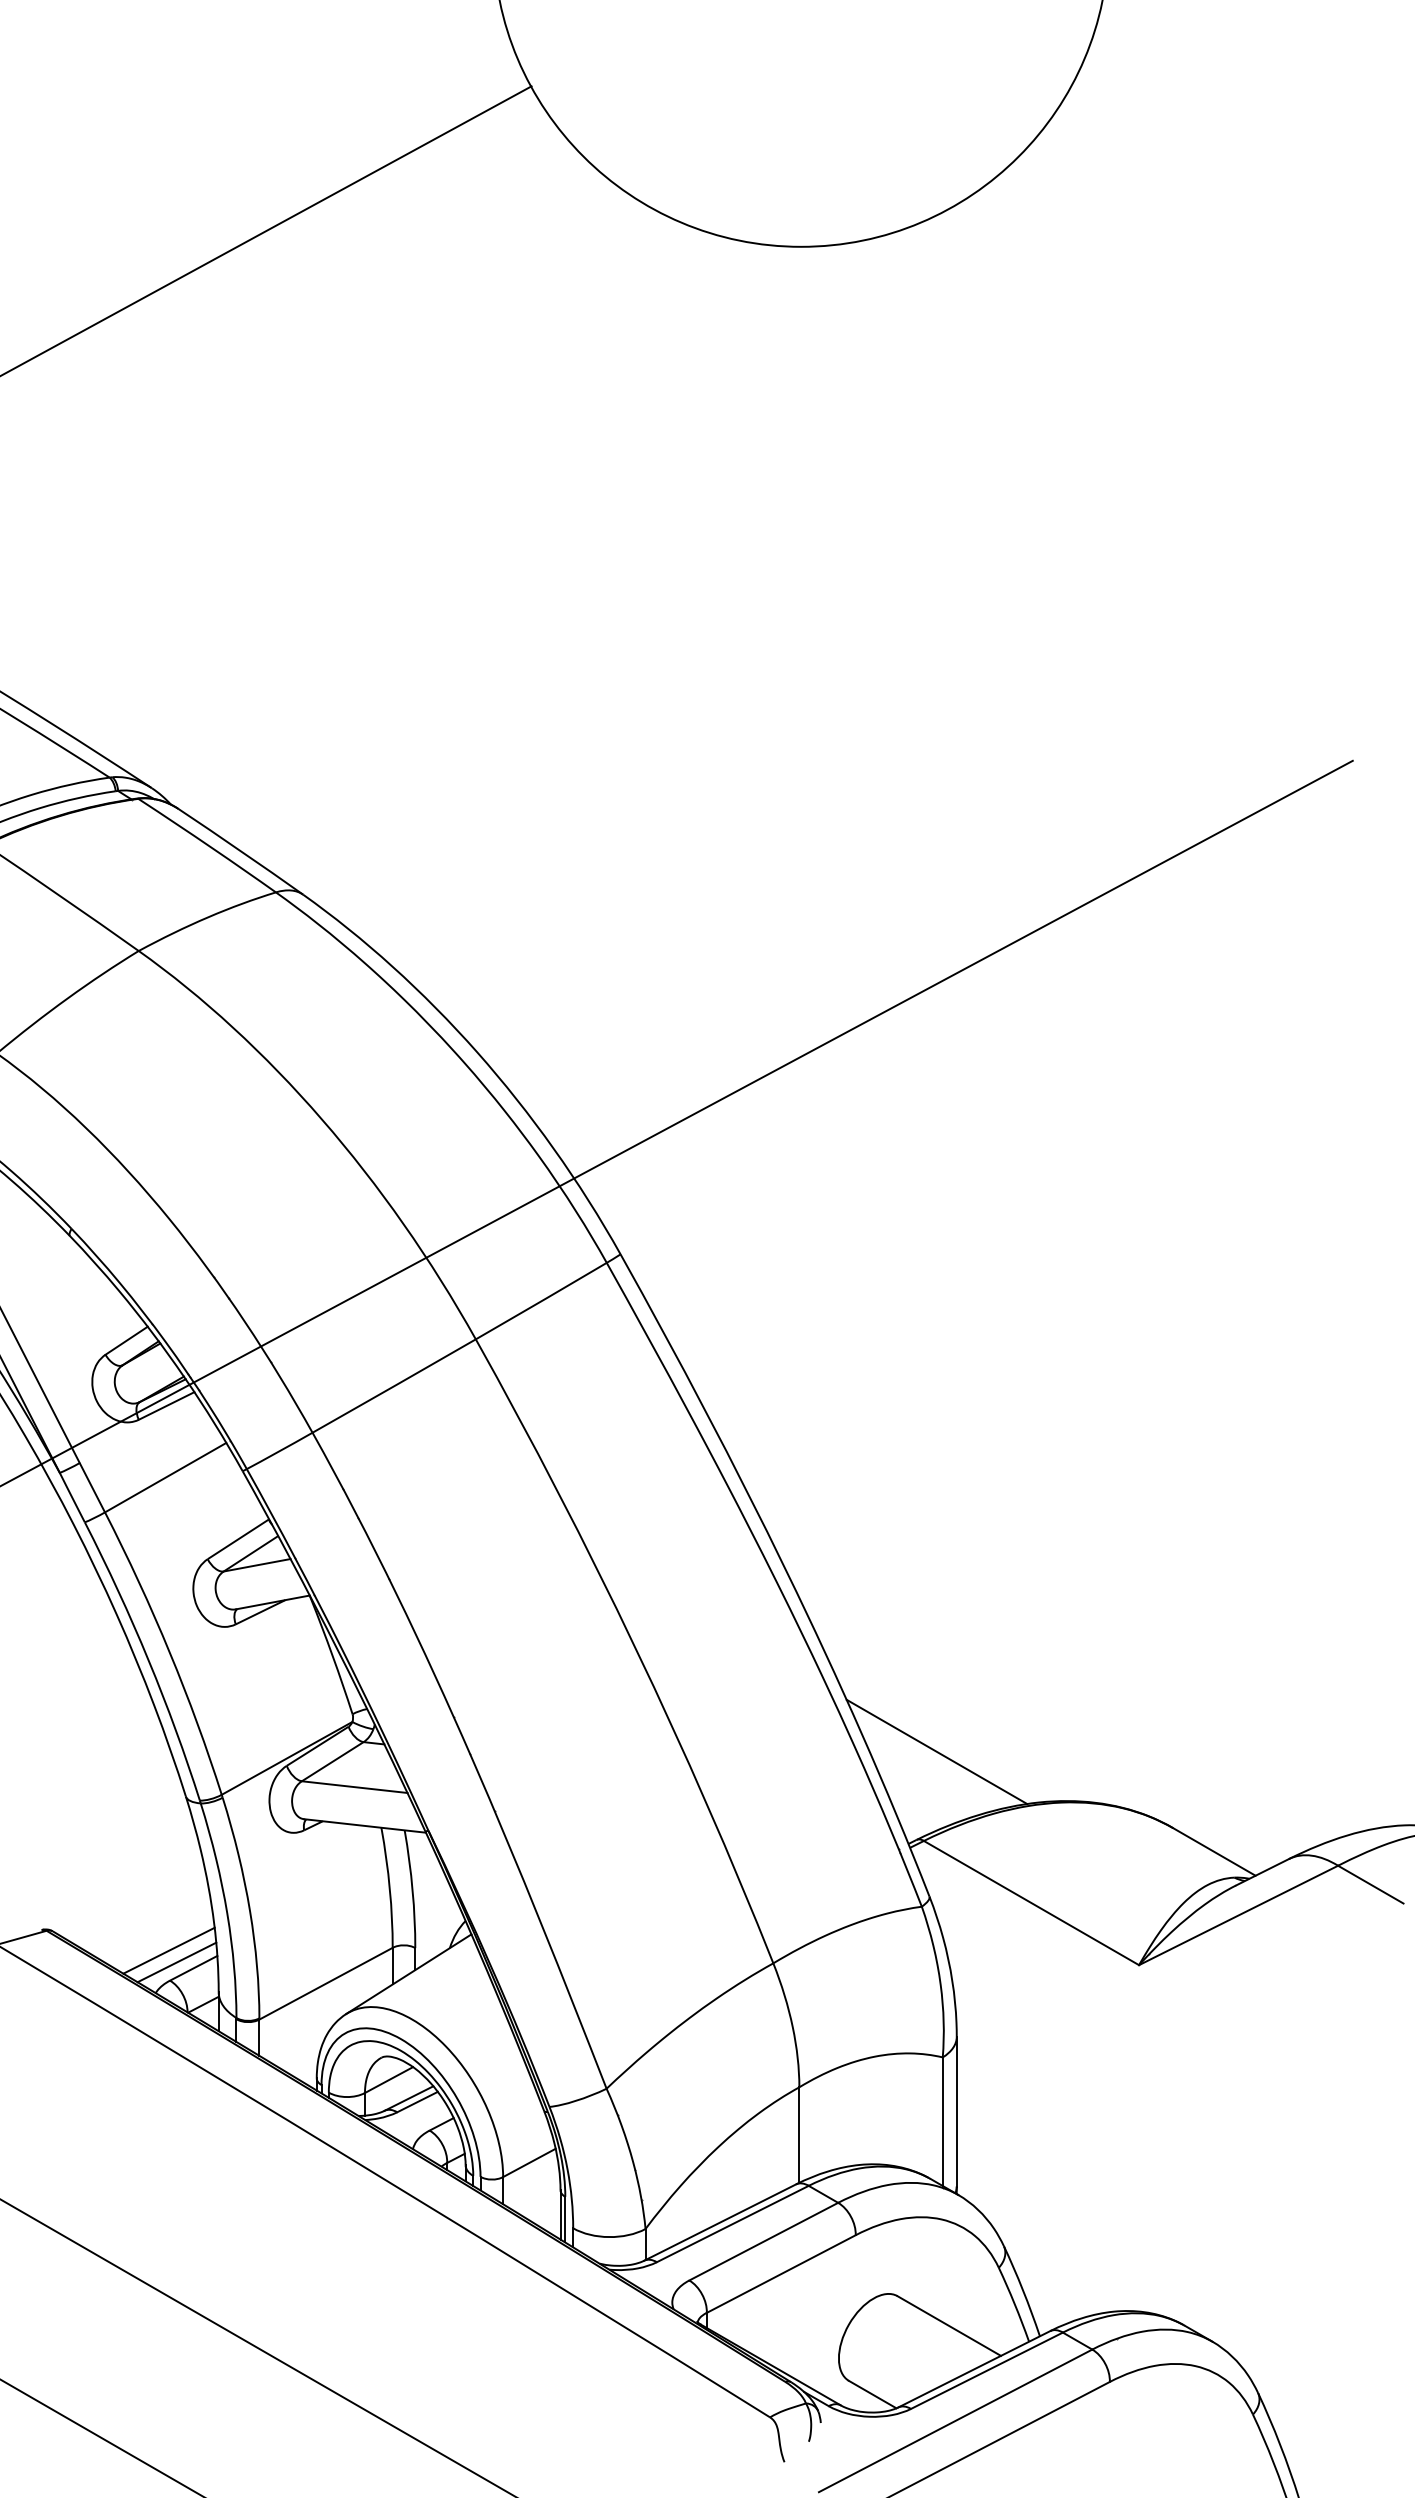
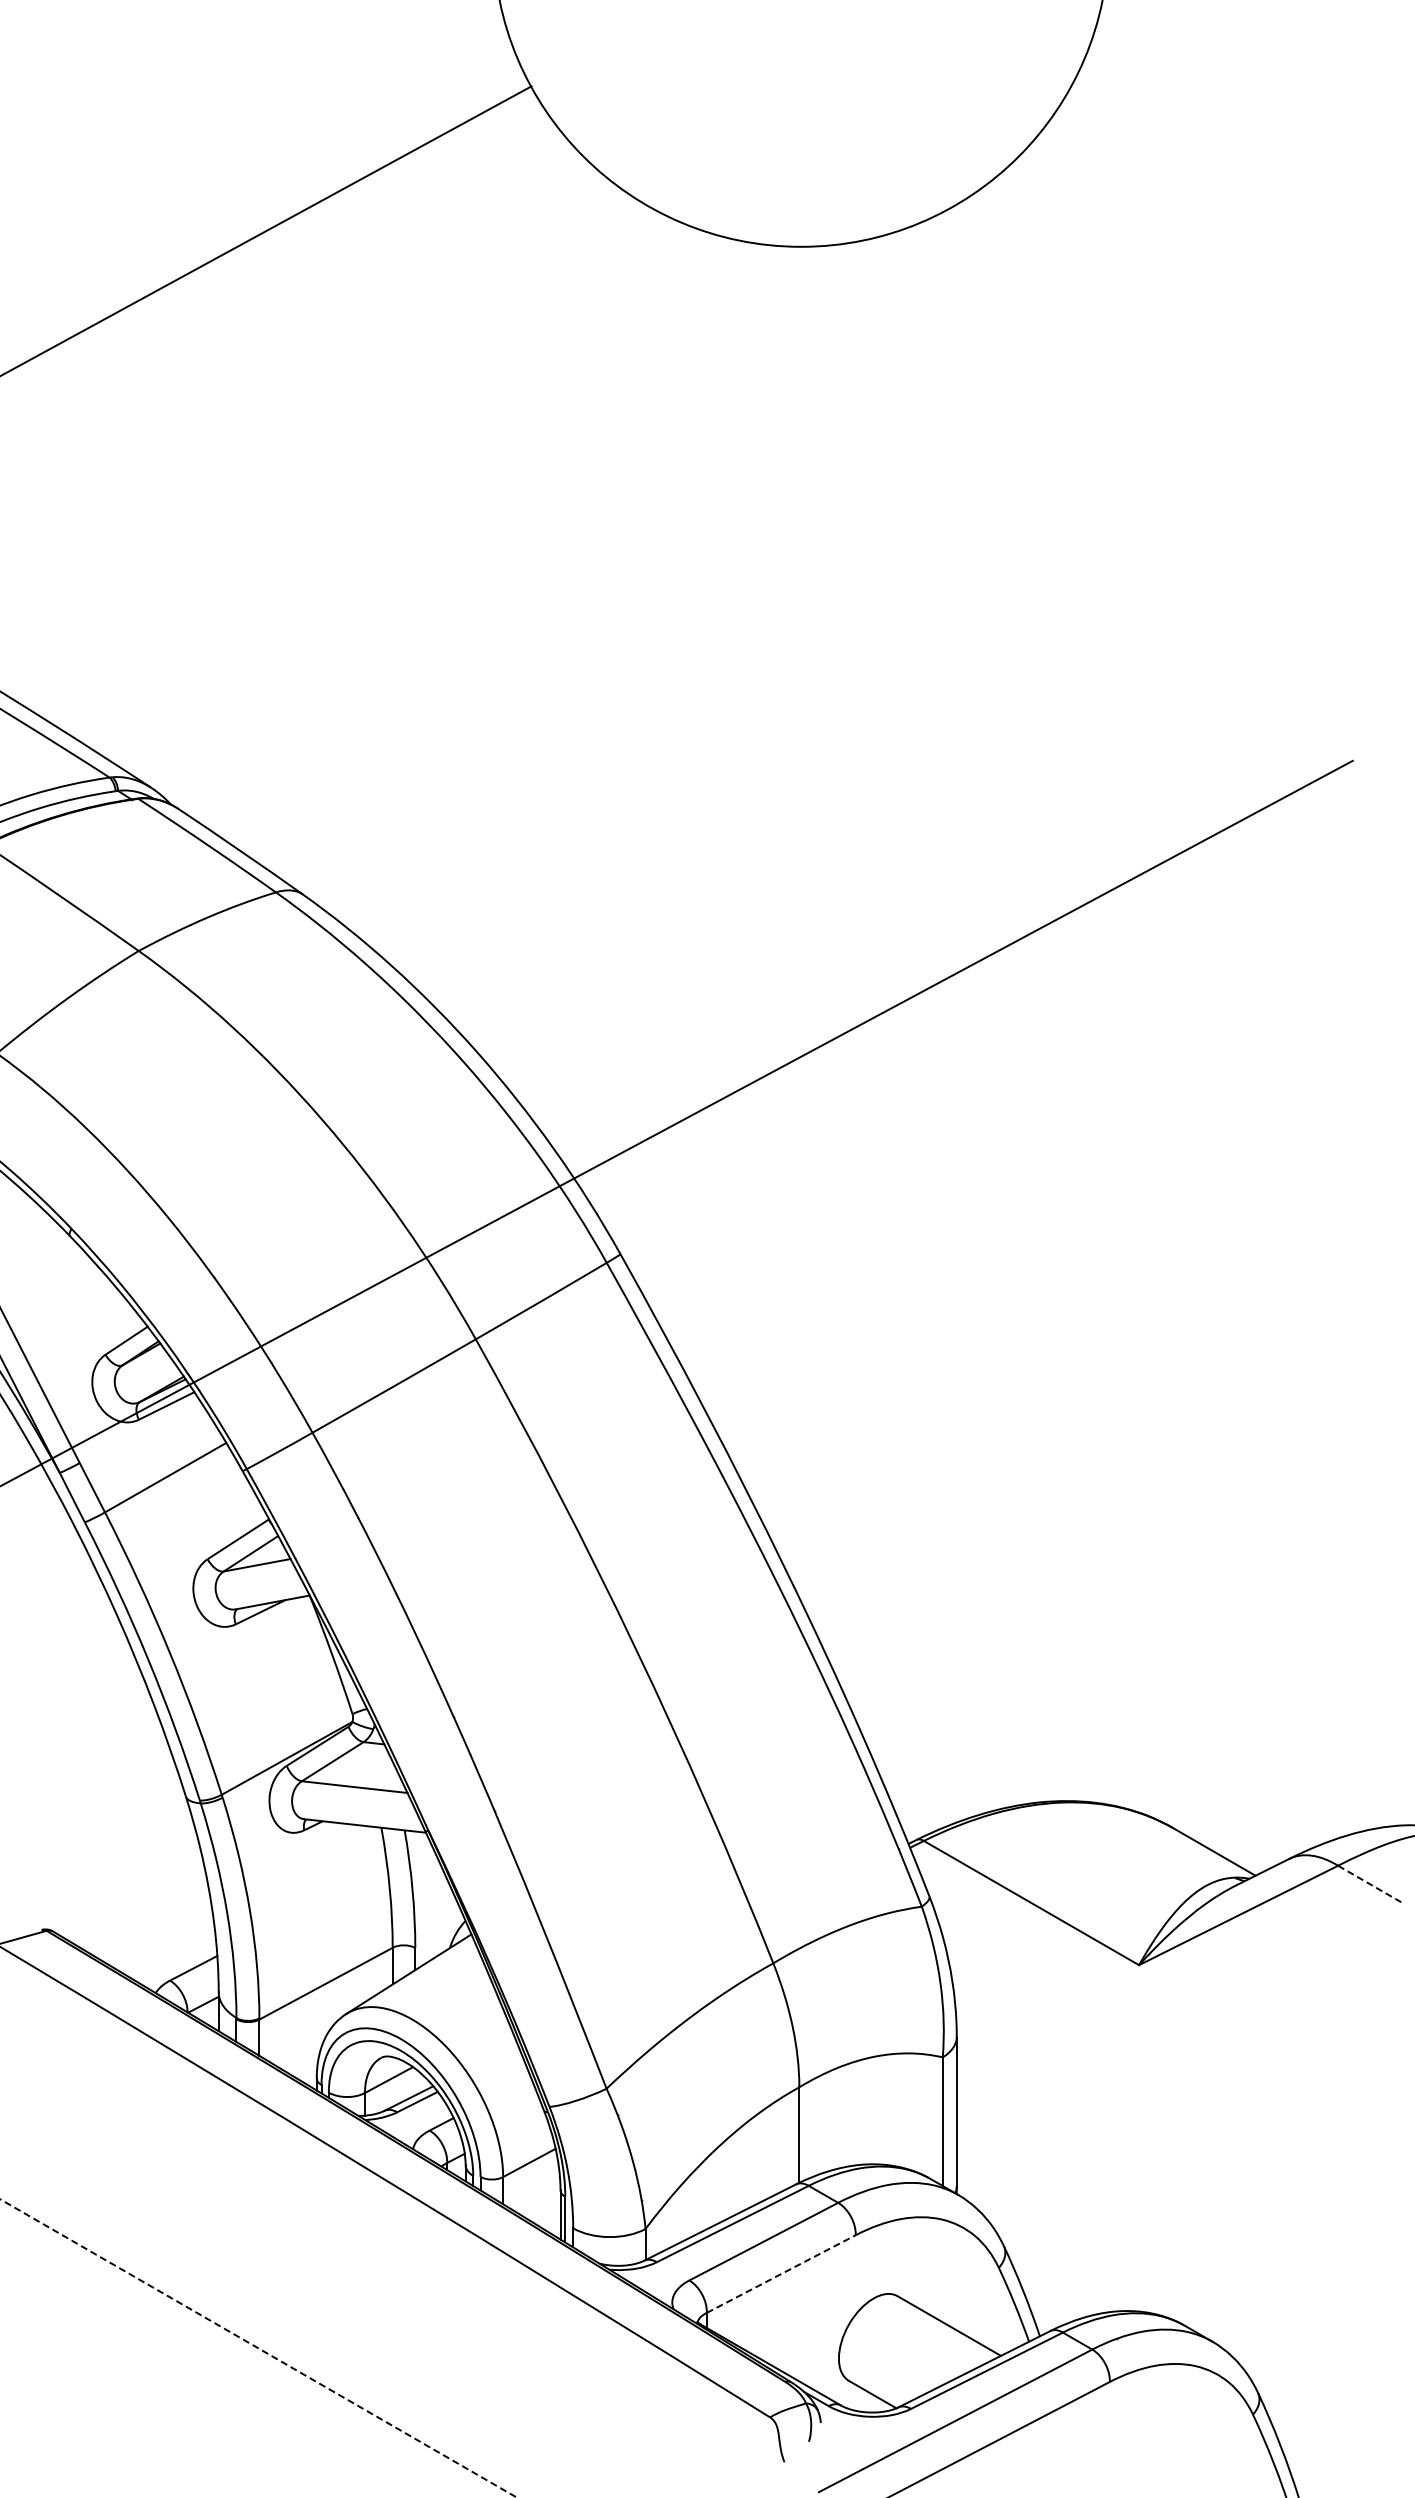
line at (936, 1751): present -> none
line at (1370, 1884): solid -> dashed
line at (168, 1950): present -> none
line at (176, 1962): present -> none
line at (781, 2274): solid -> dashed
line at (258, 2348): solid -> dashed
line at (101, 2437): present -> none
